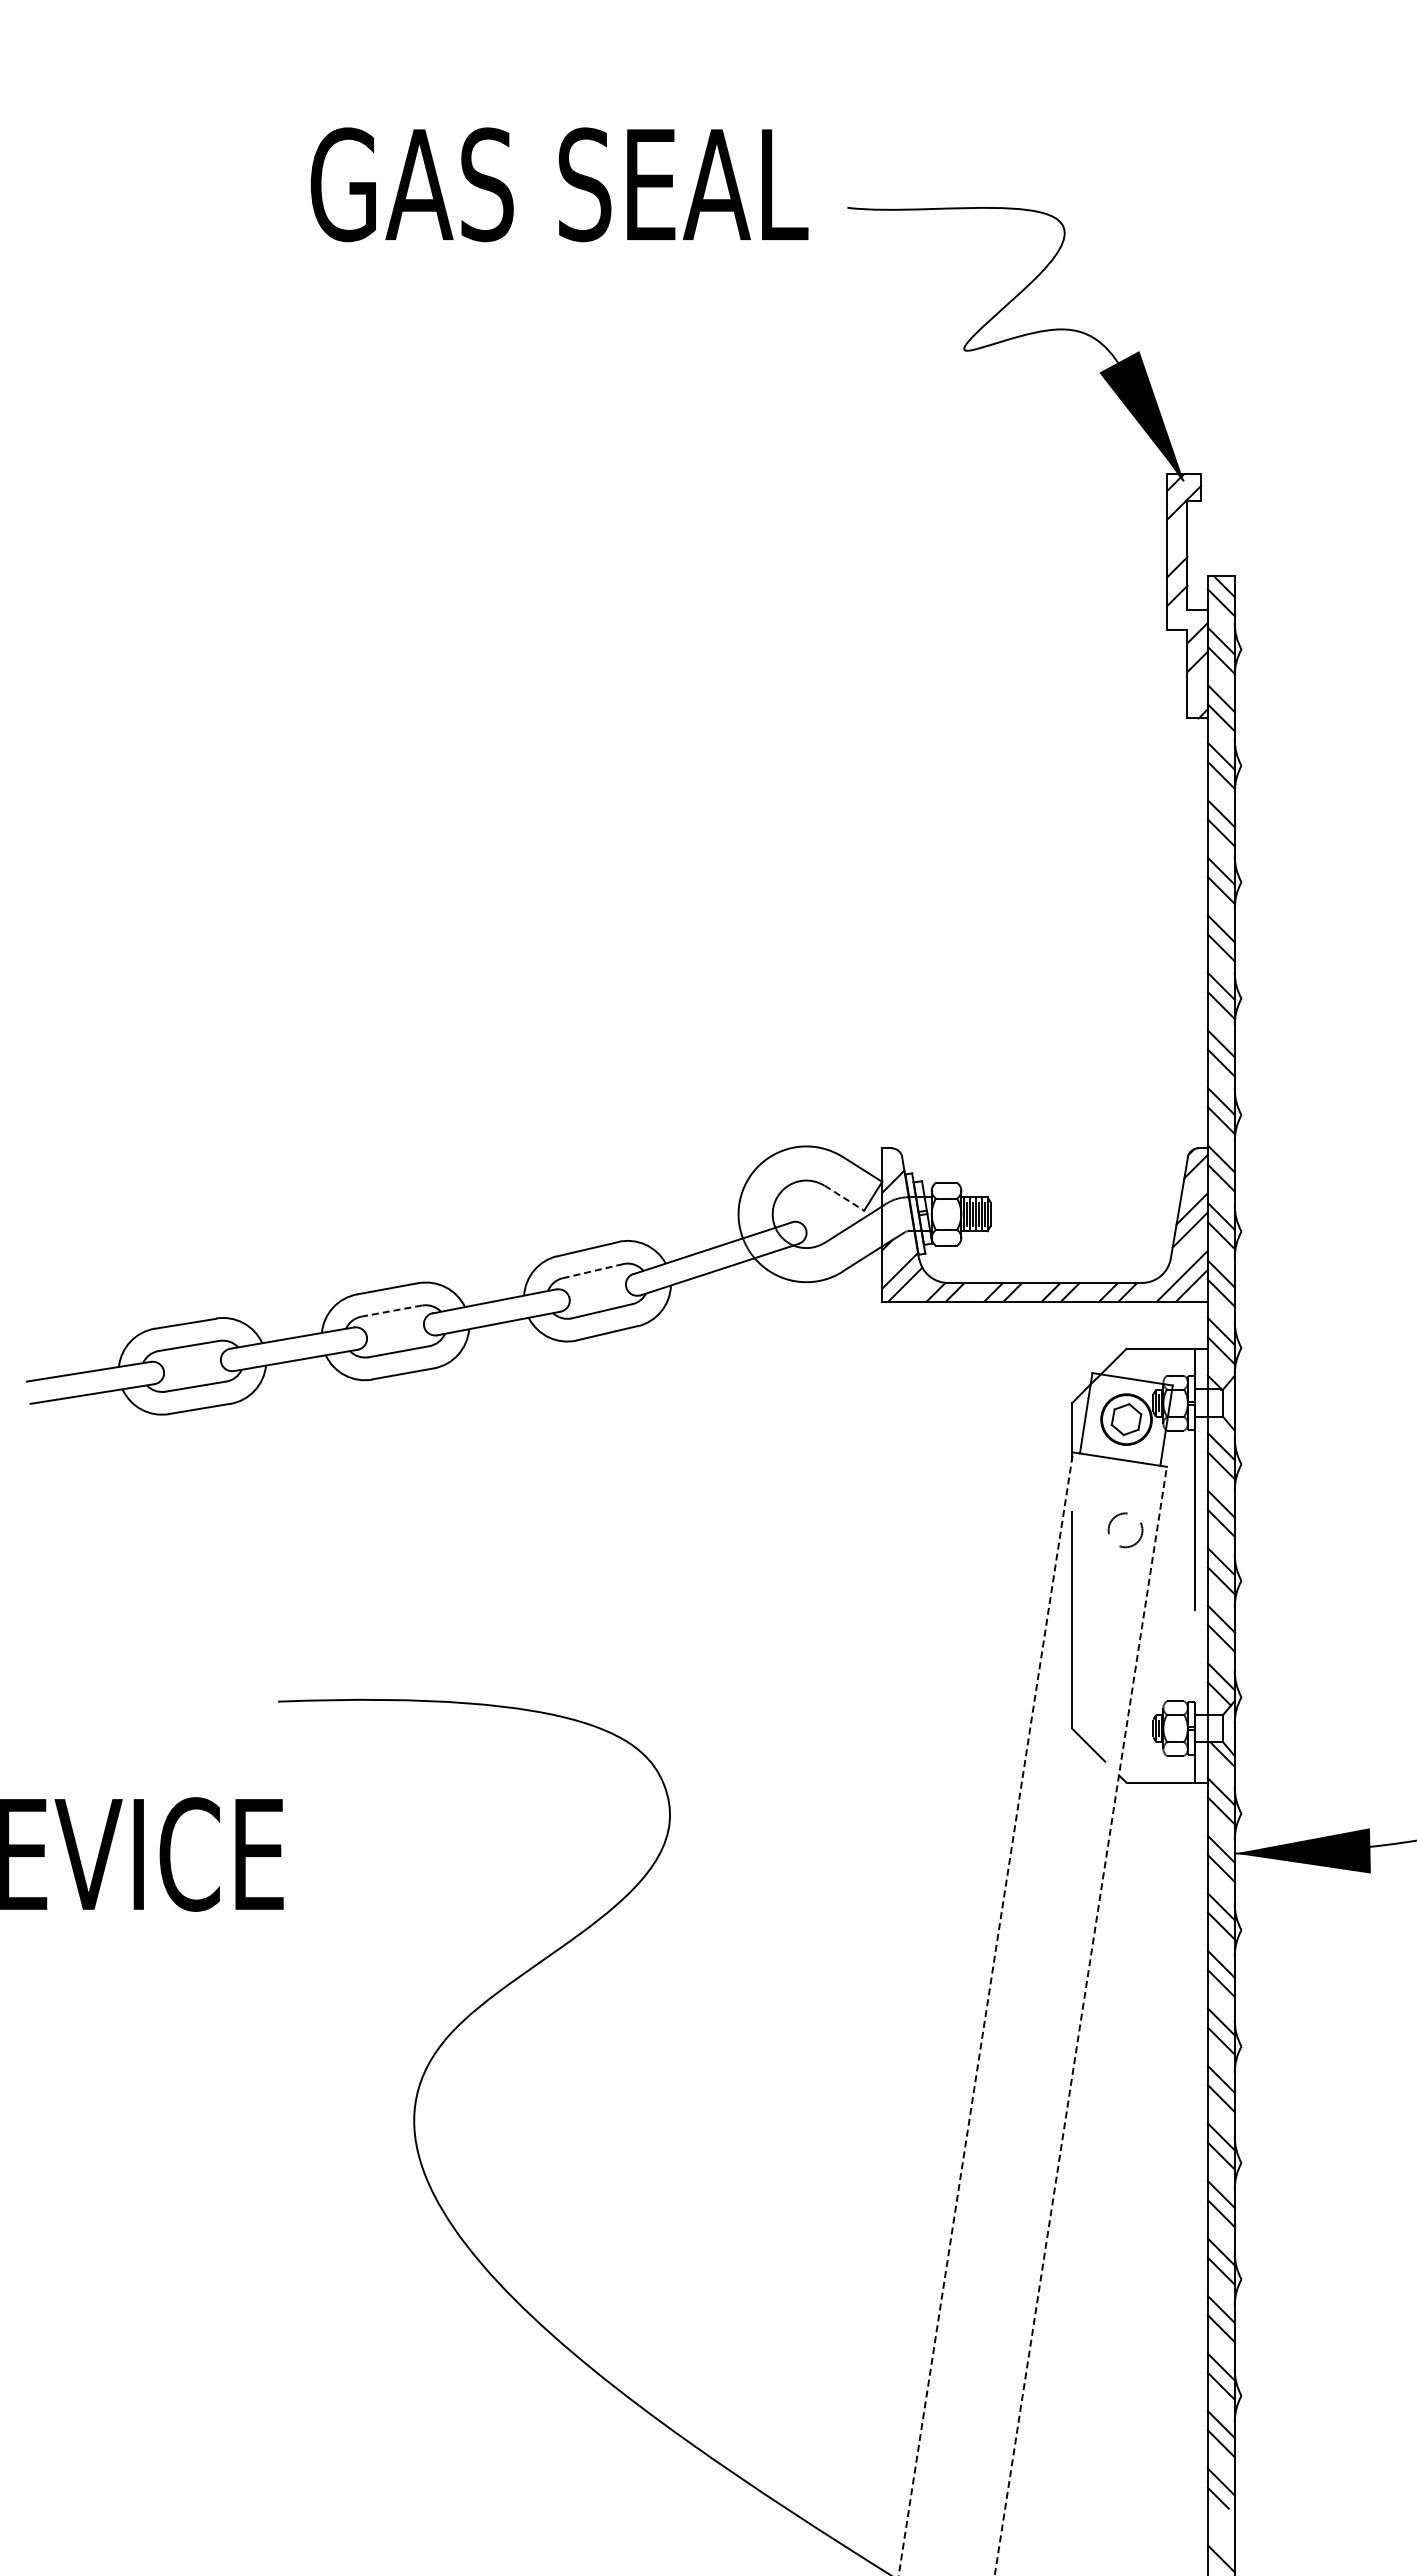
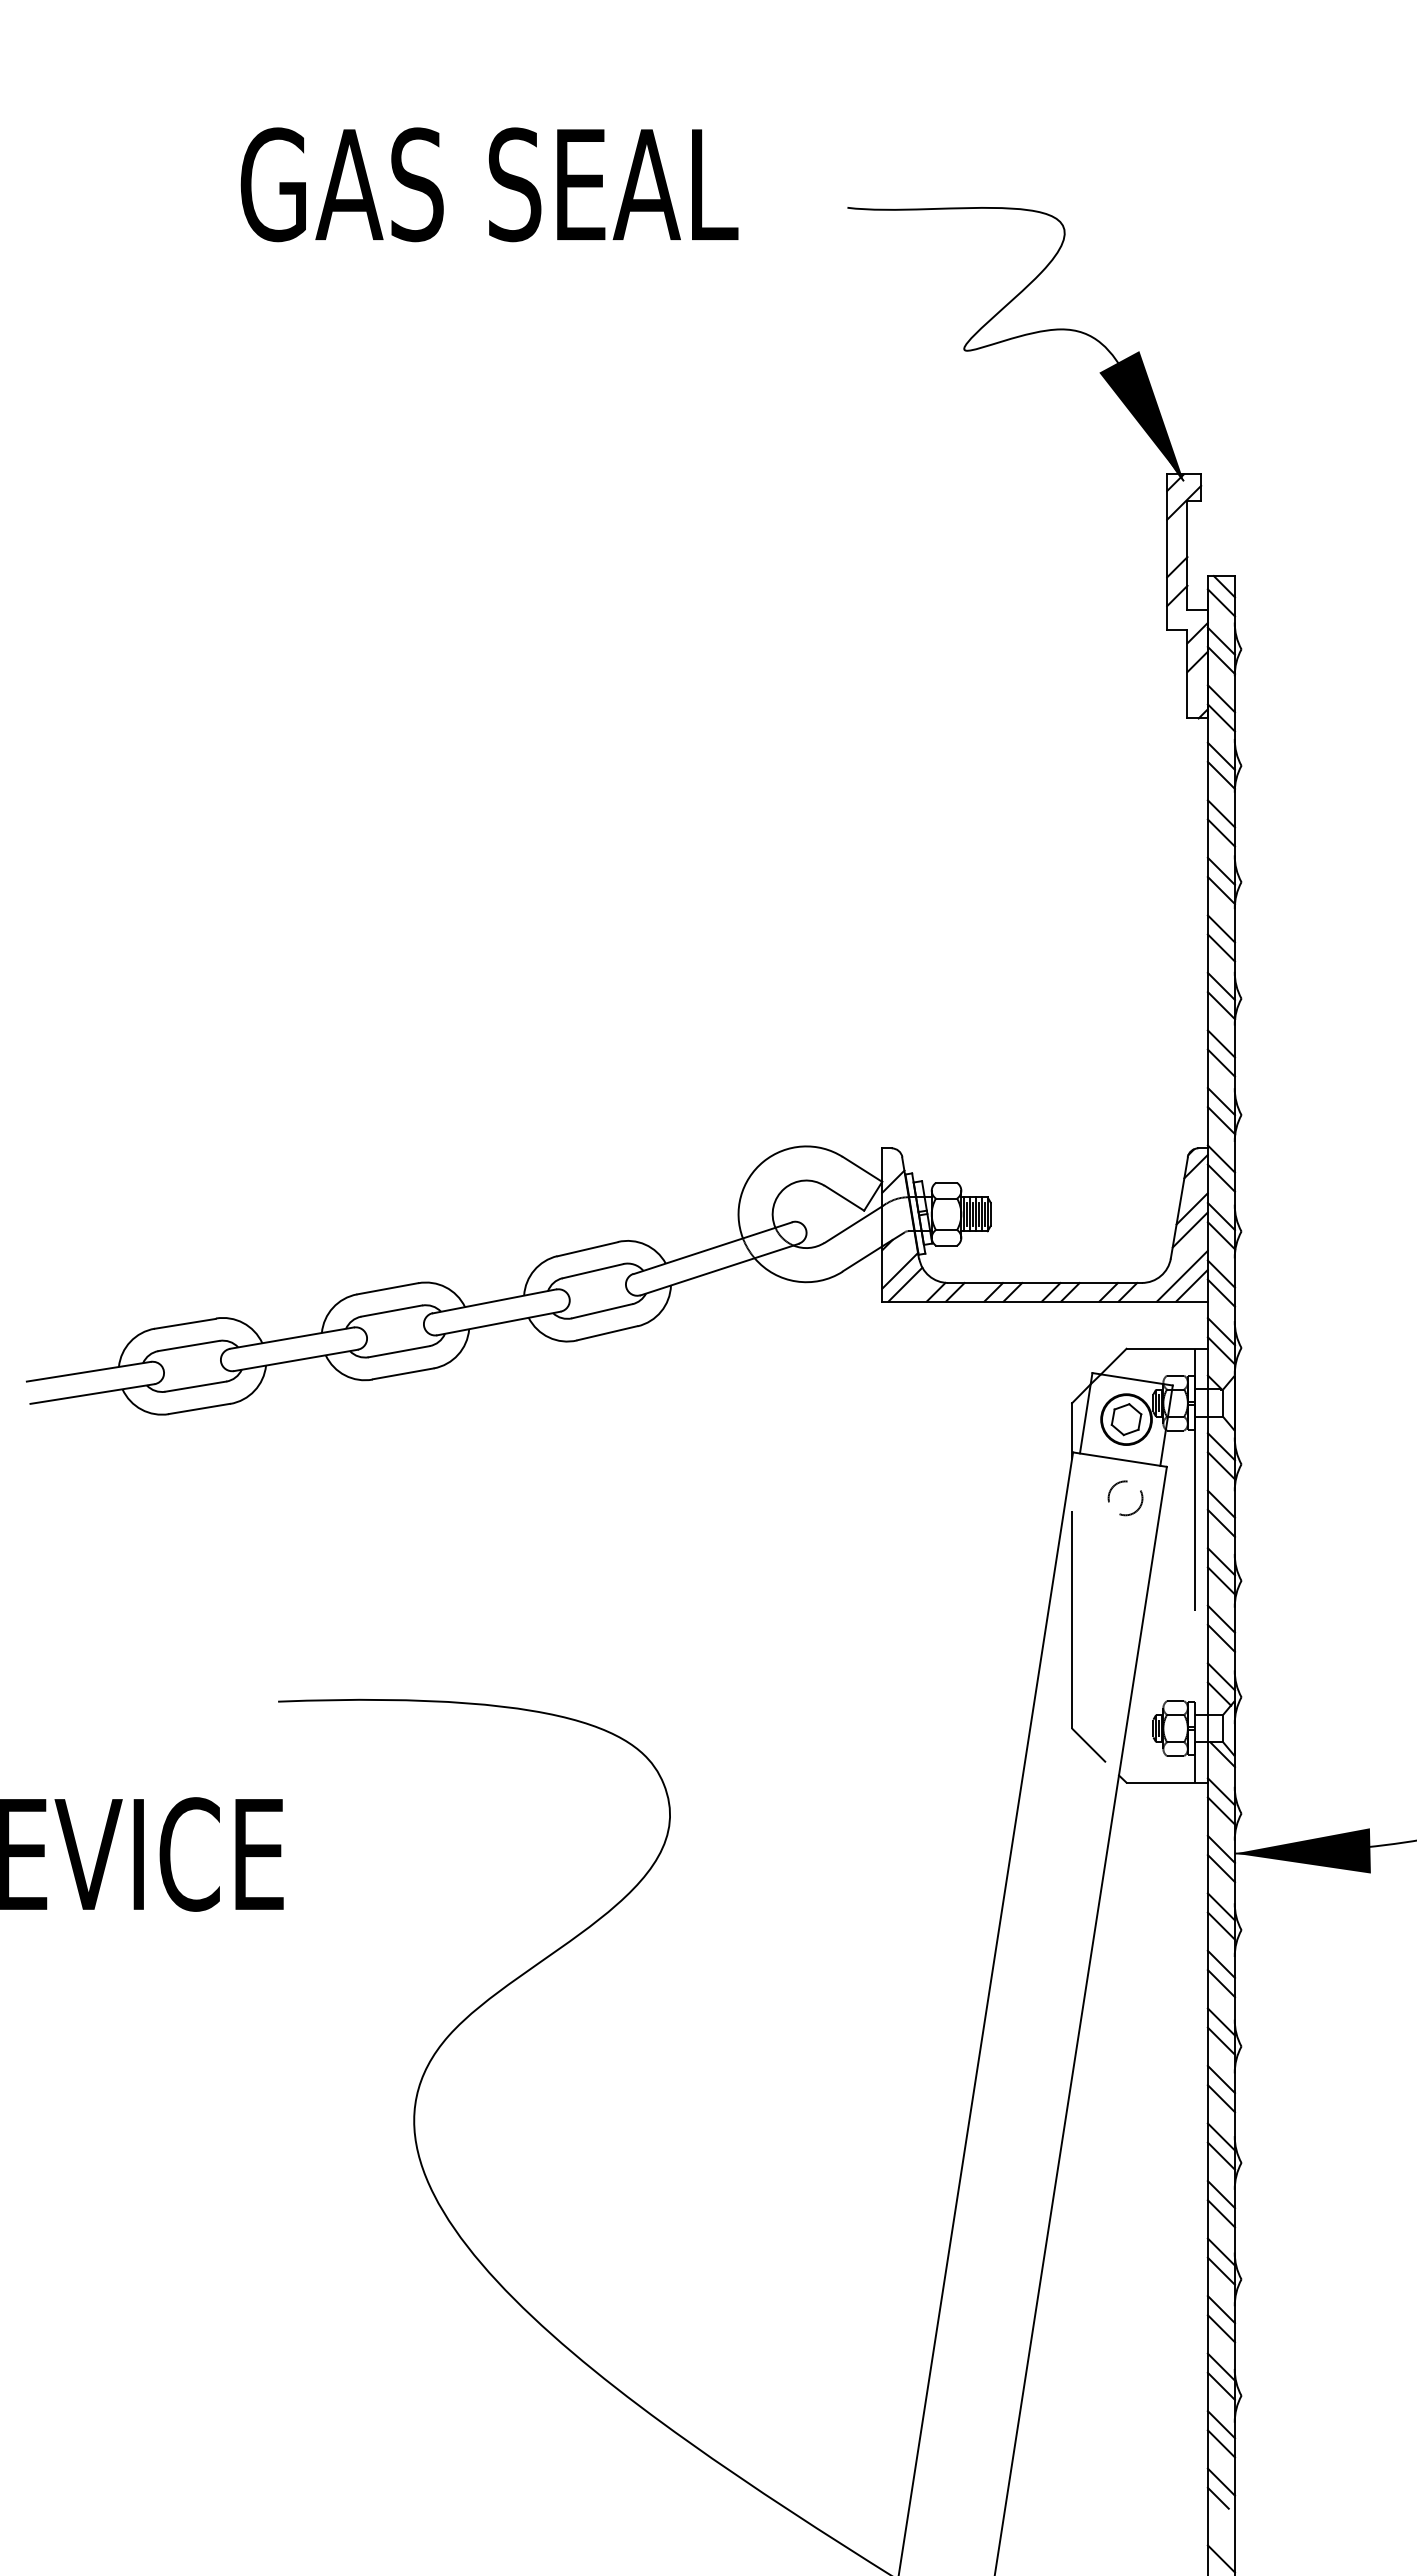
text at (559, 184) position: (559, 184) -> (489, 184)
line at (844, 1198): dashed -> solid
line at (592, 1271): dashed -> solid
line at (391, 1311): dashed -> solid
circle at (1125, 1530) position: (1125, 1530) -> (1125, 1498)
line at (986, 2013): dashed -> solid
line at (1080, 2020): dashed -> solid
